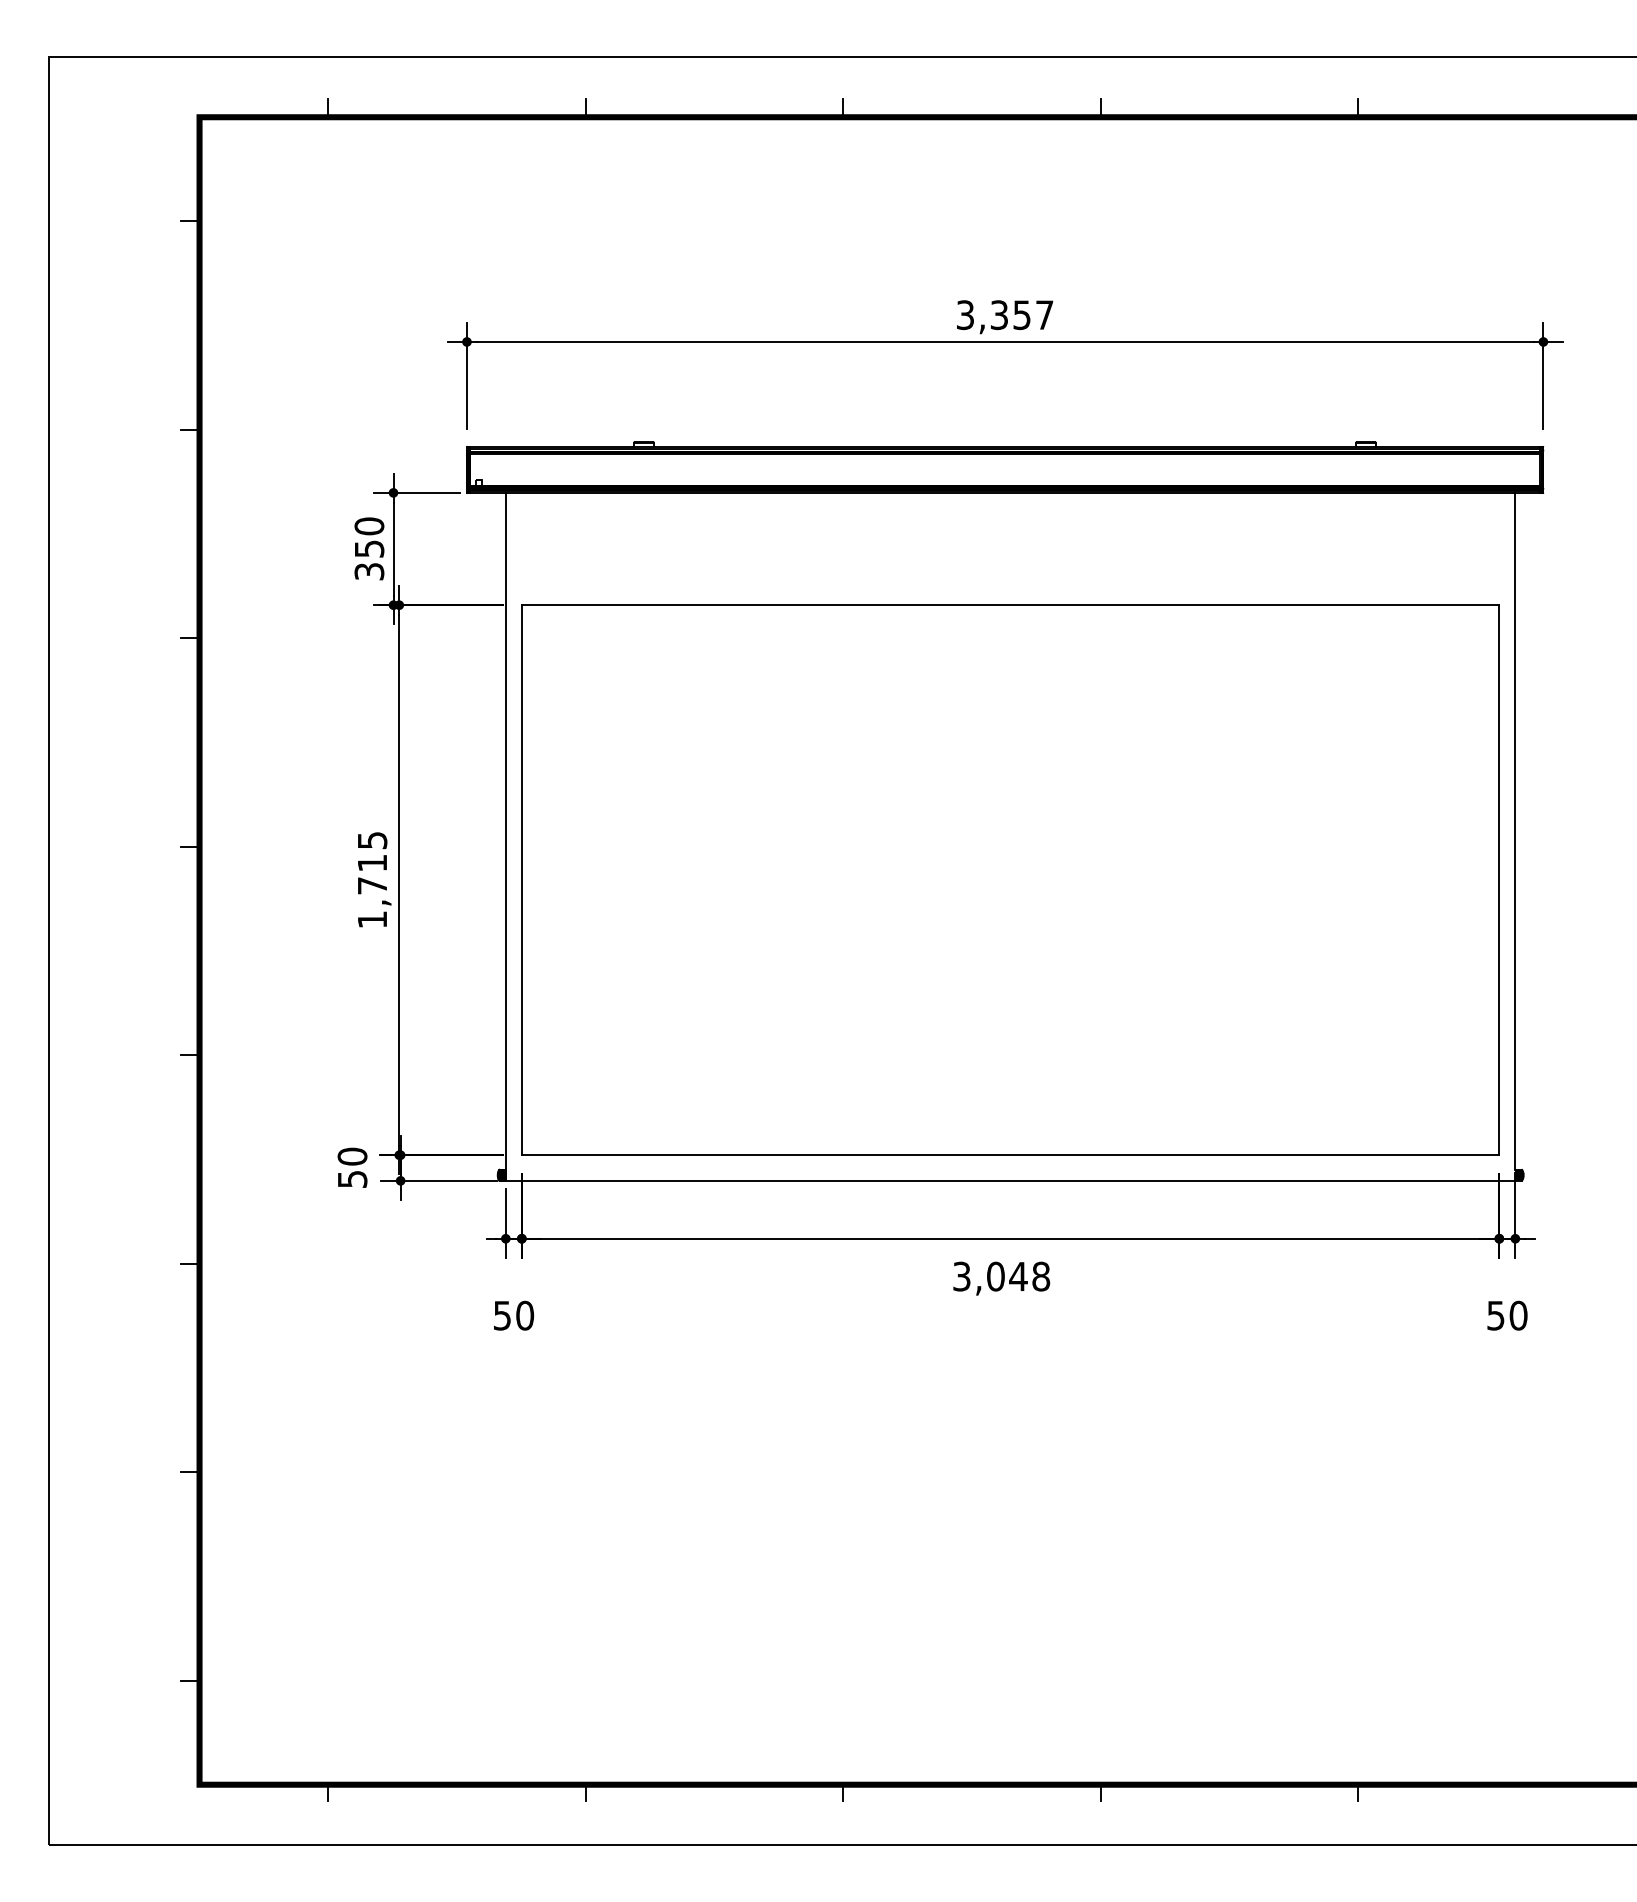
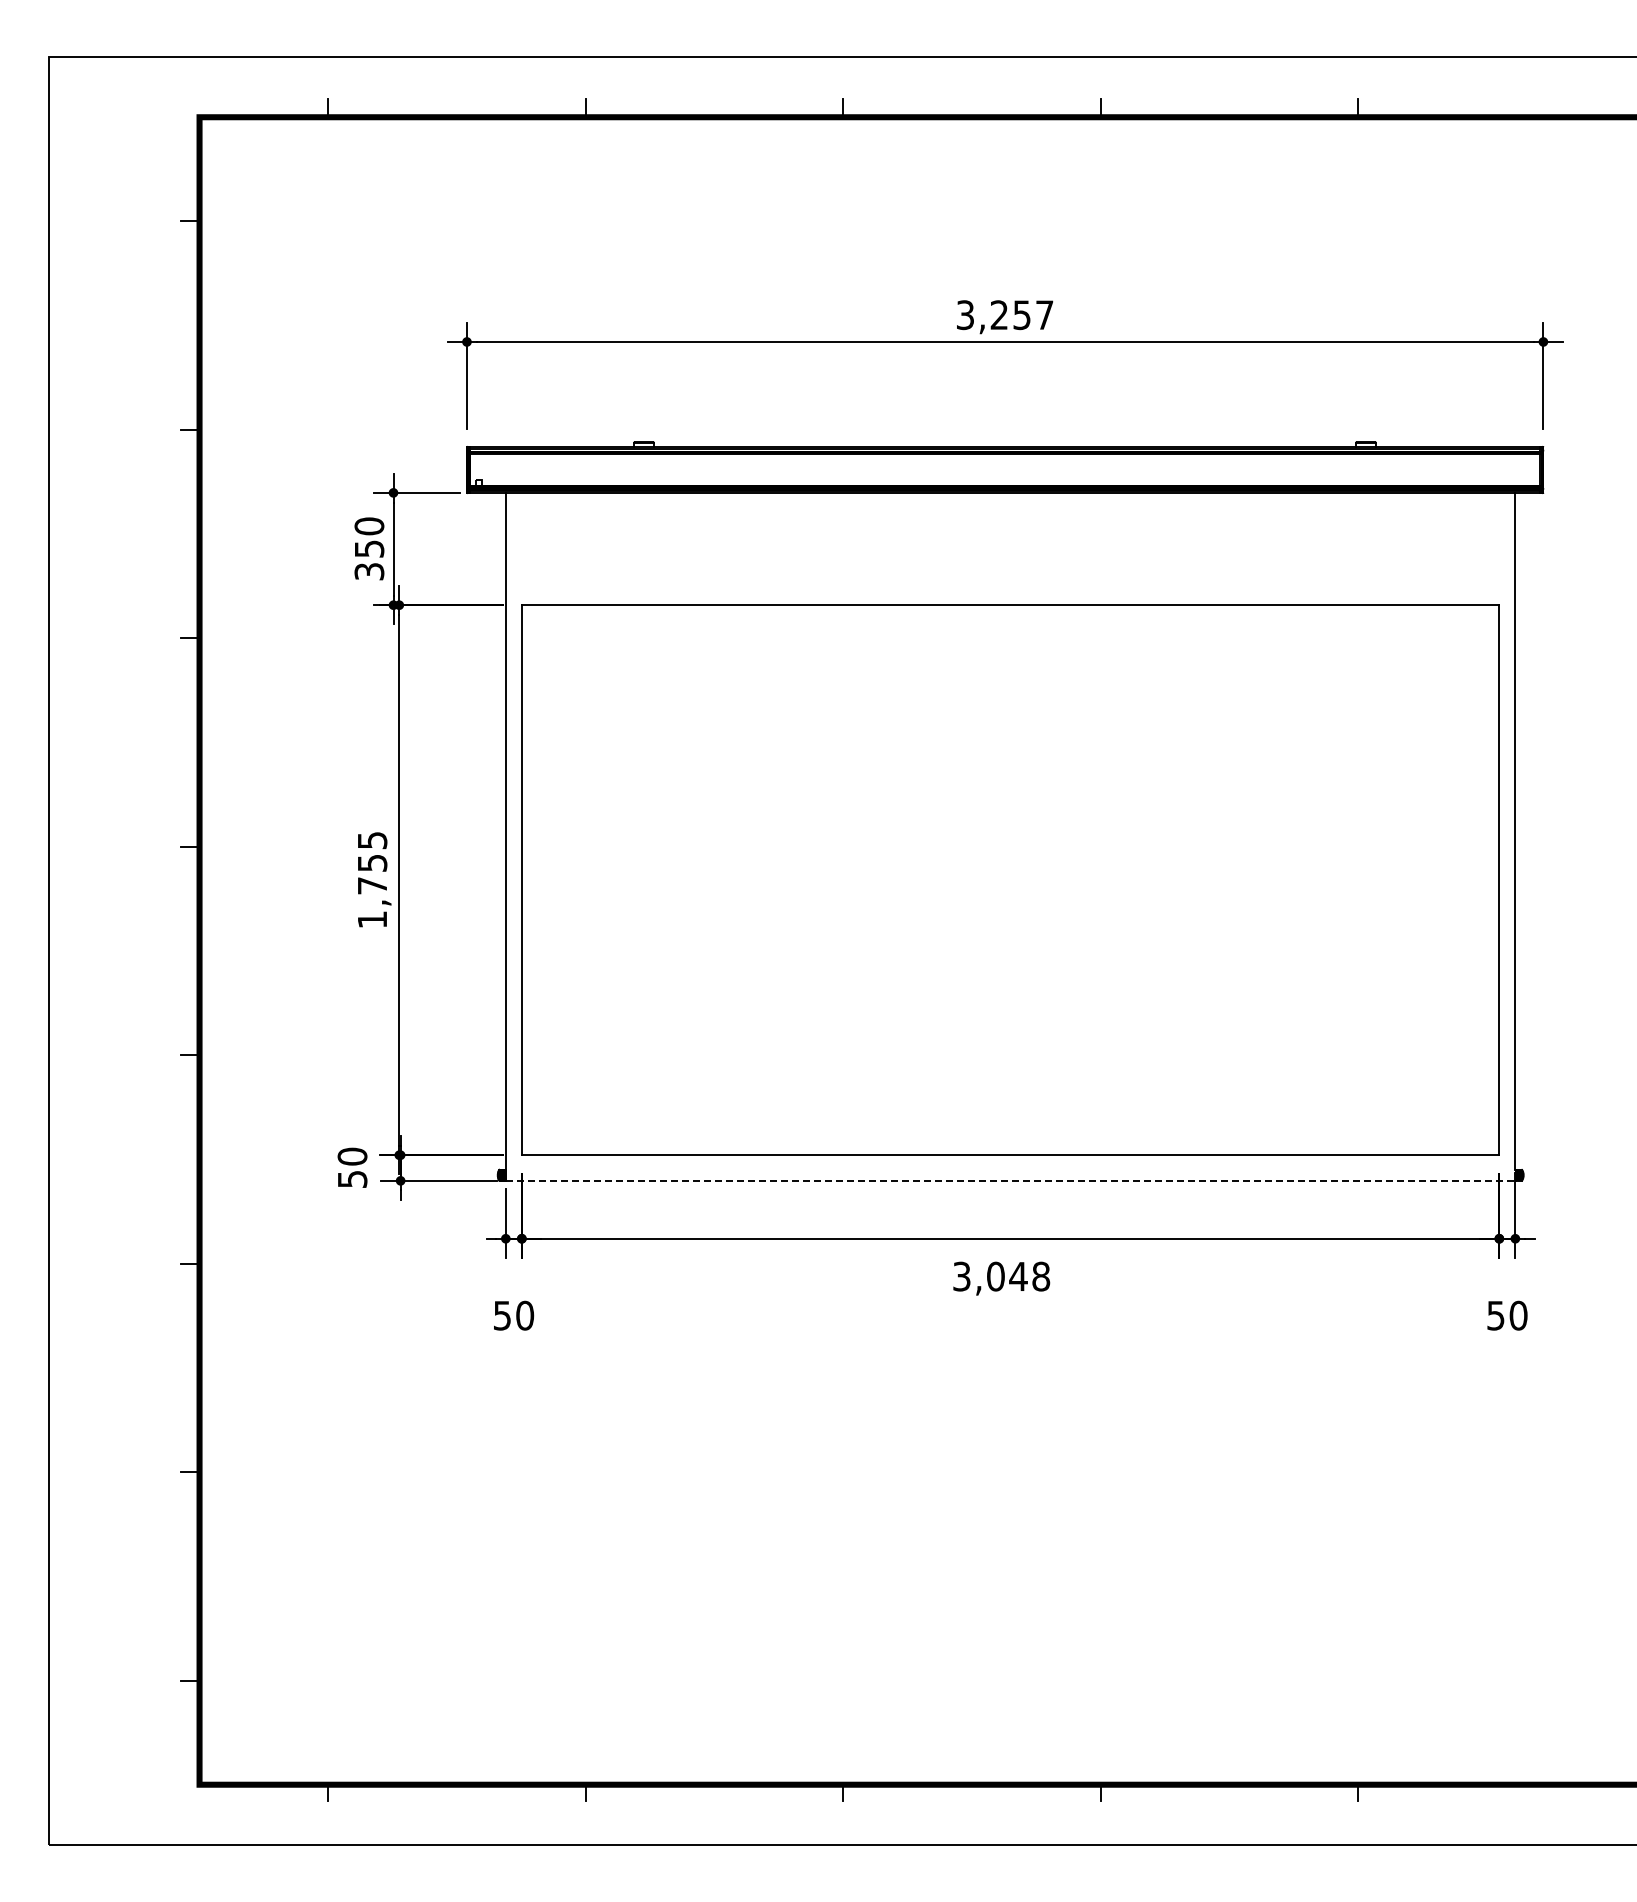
text at (998, 315): 3,357 -> 3,257
text at (372, 863): 1,715 -> 1,755
line at (1011, 1180): solid -> dashed
